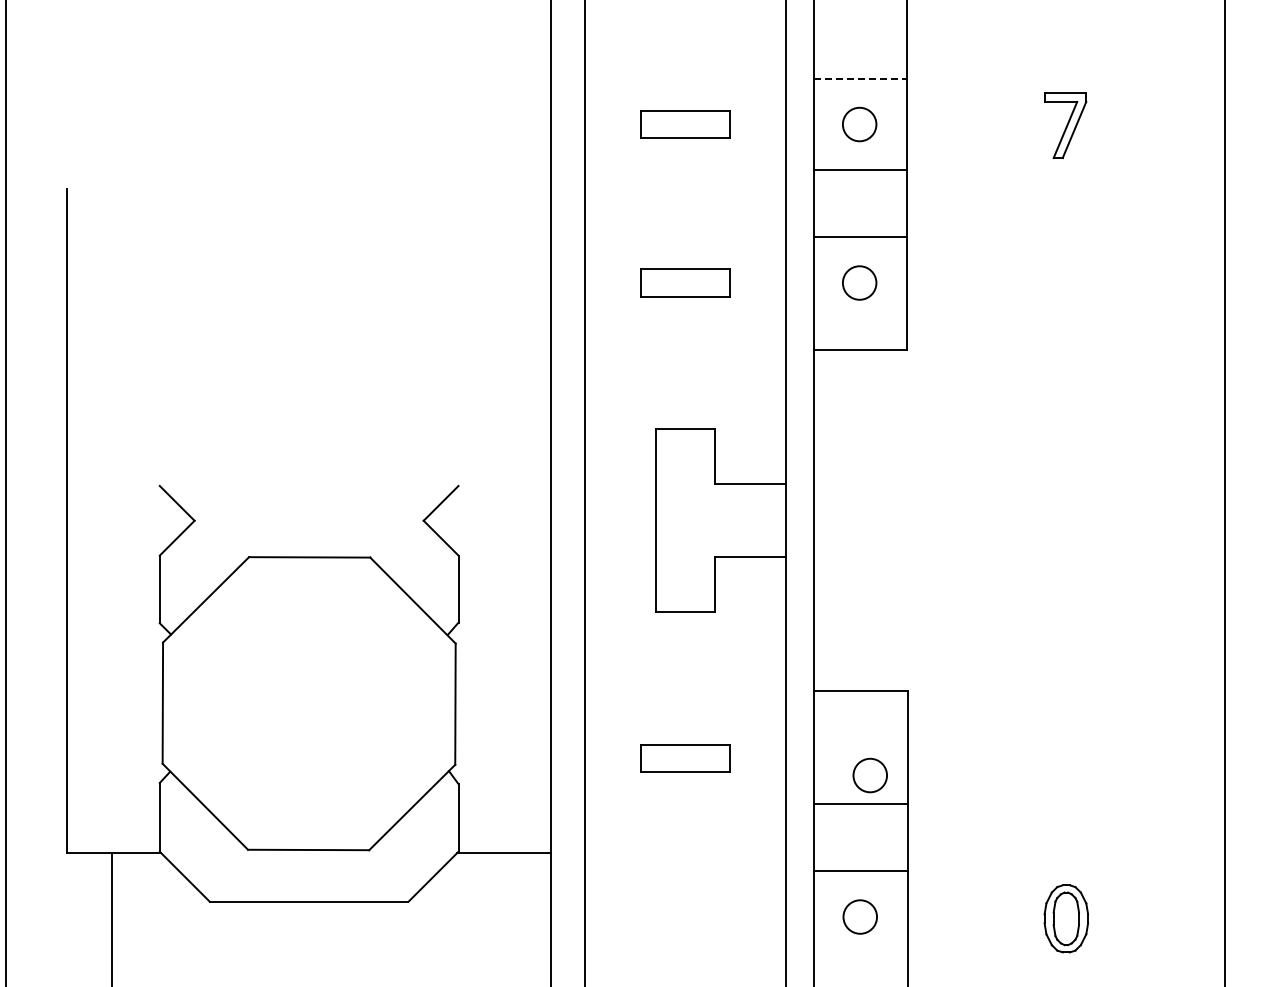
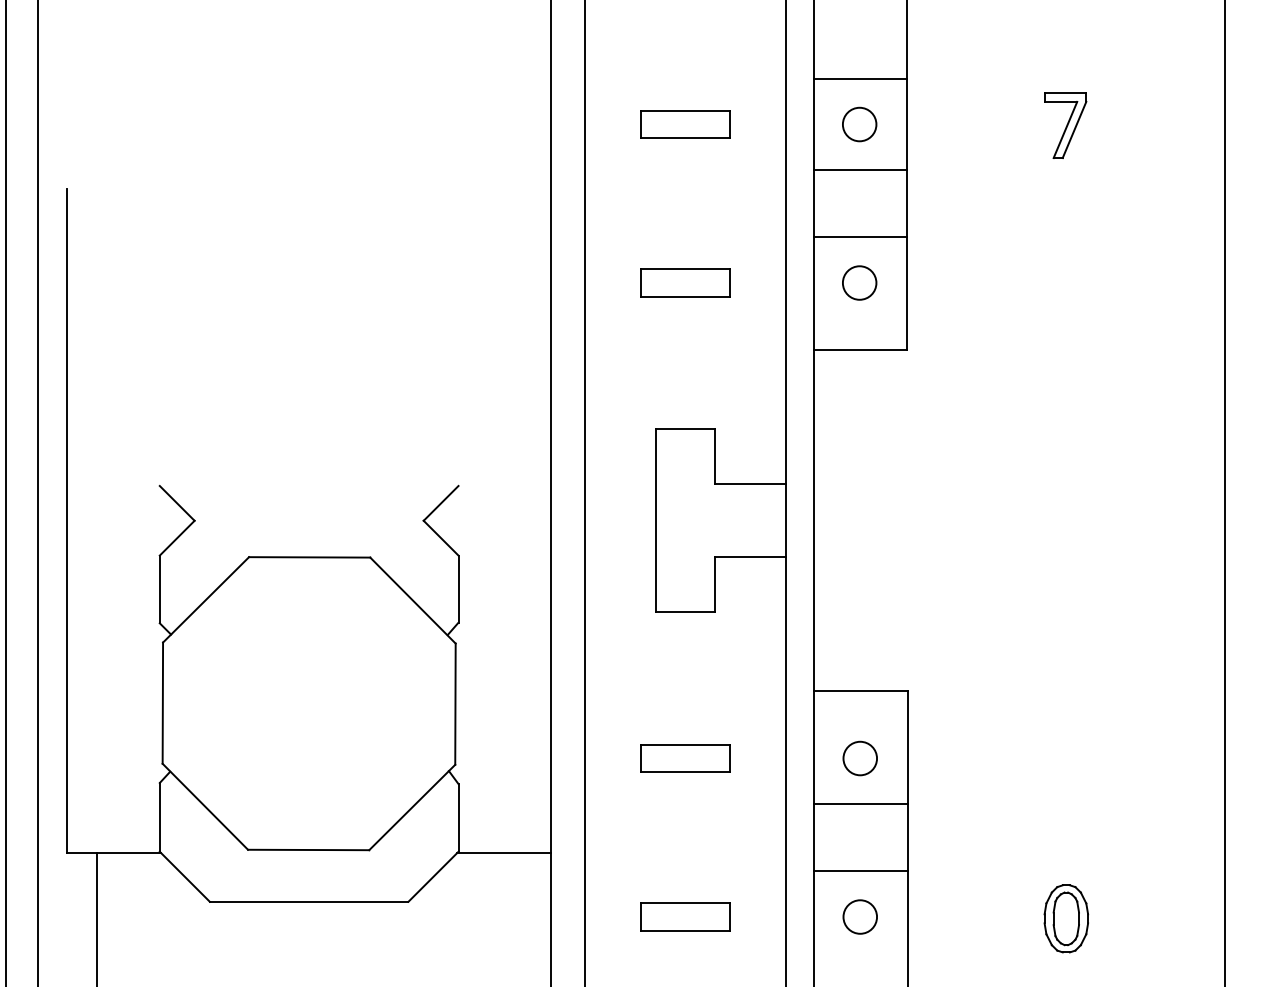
line at (860, 78): dashed -> solid
line at (37, 492): none -> present
circle at (869, 775) position: (869, 775) -> (859, 758)
part at (685, 916): none -> present
line at (112, 918) position: (112, 918) -> (97, 918)
